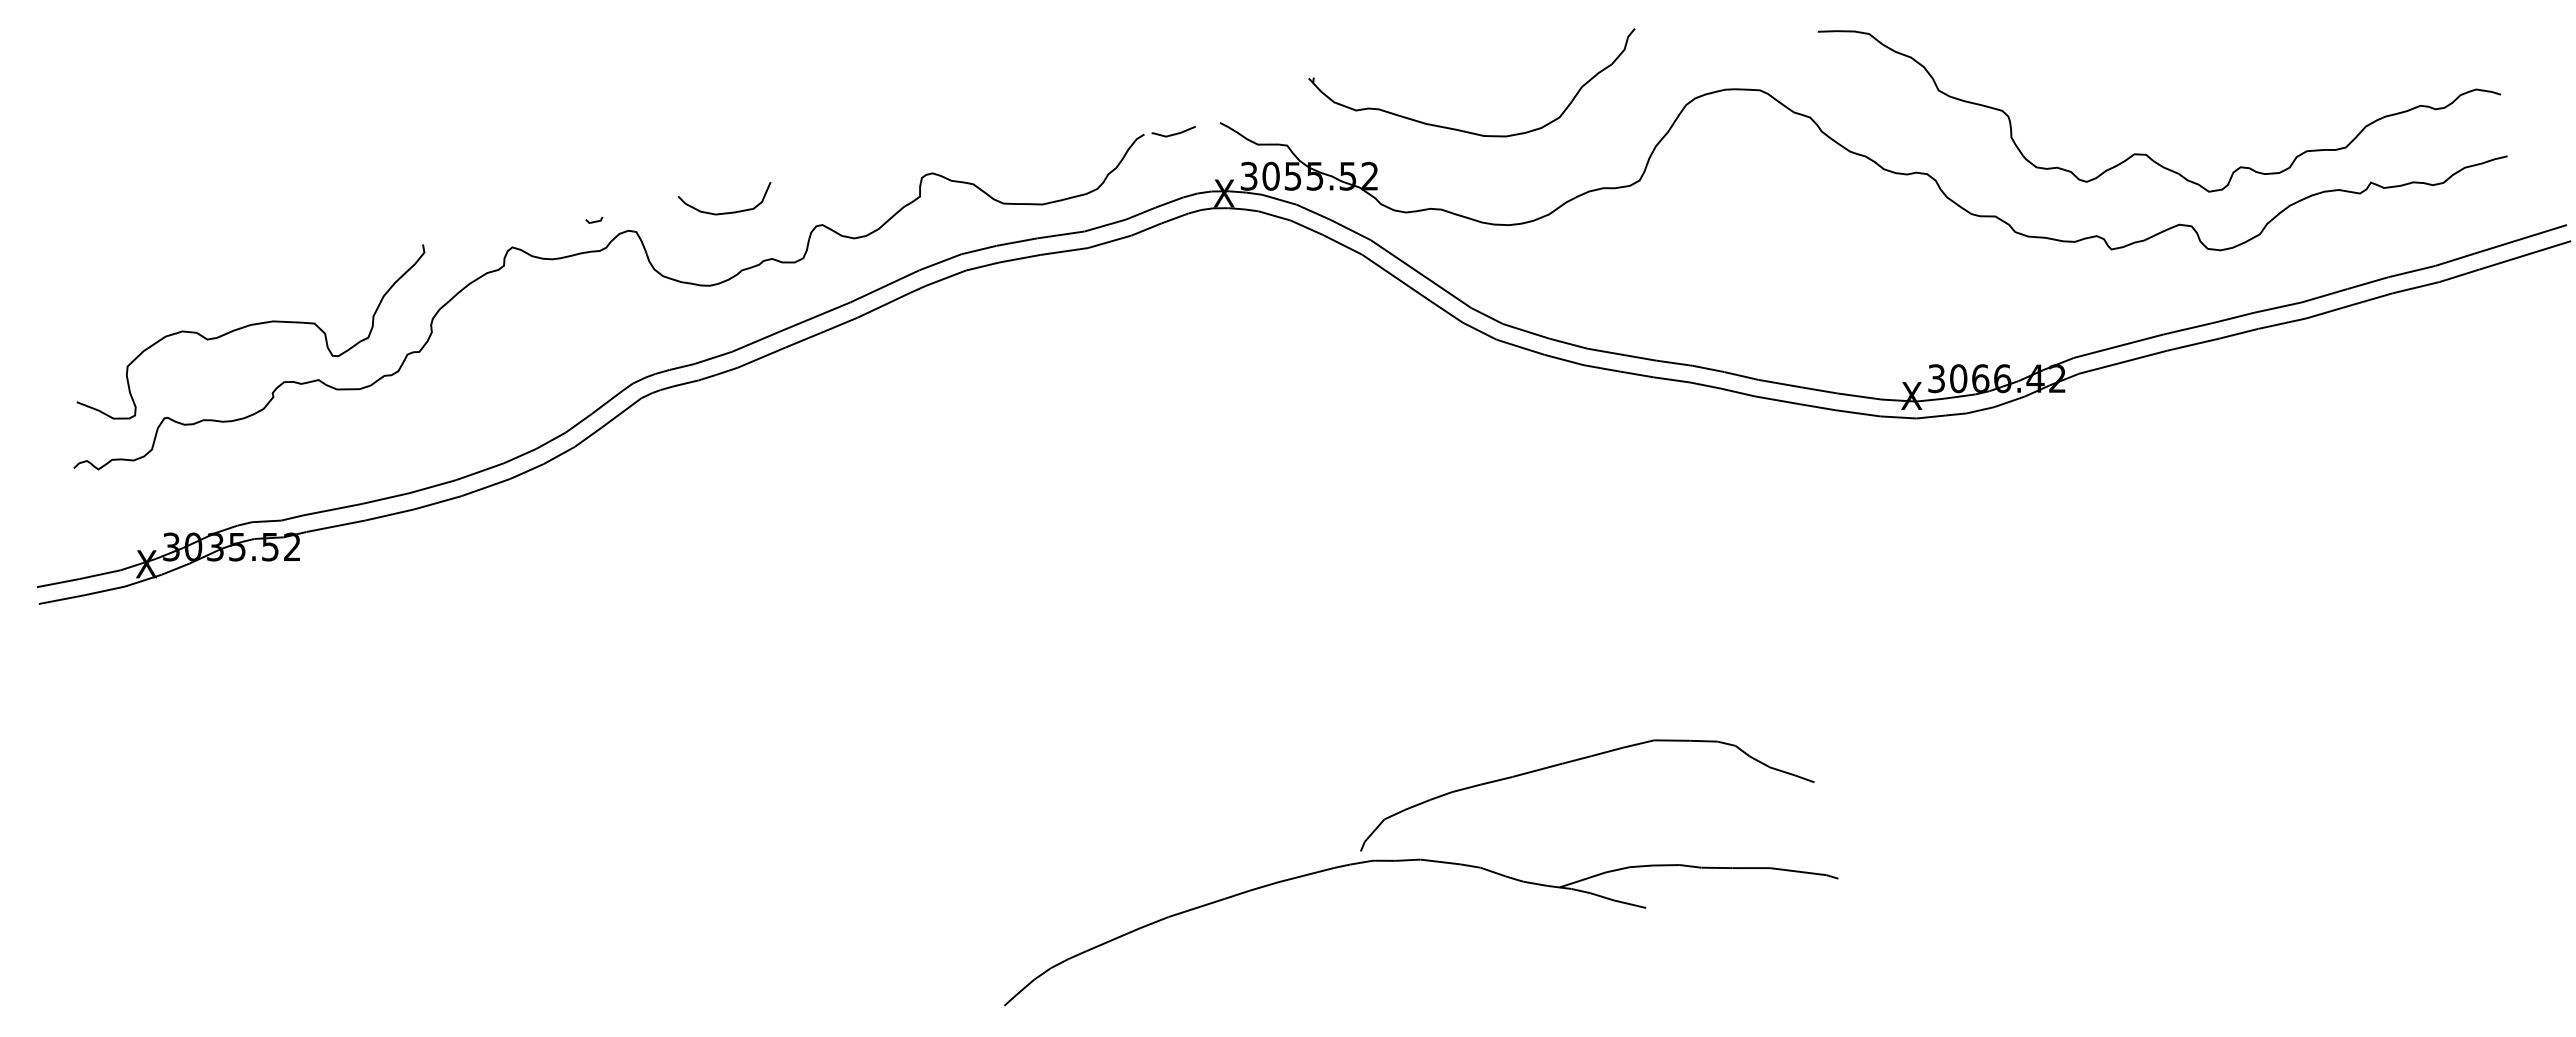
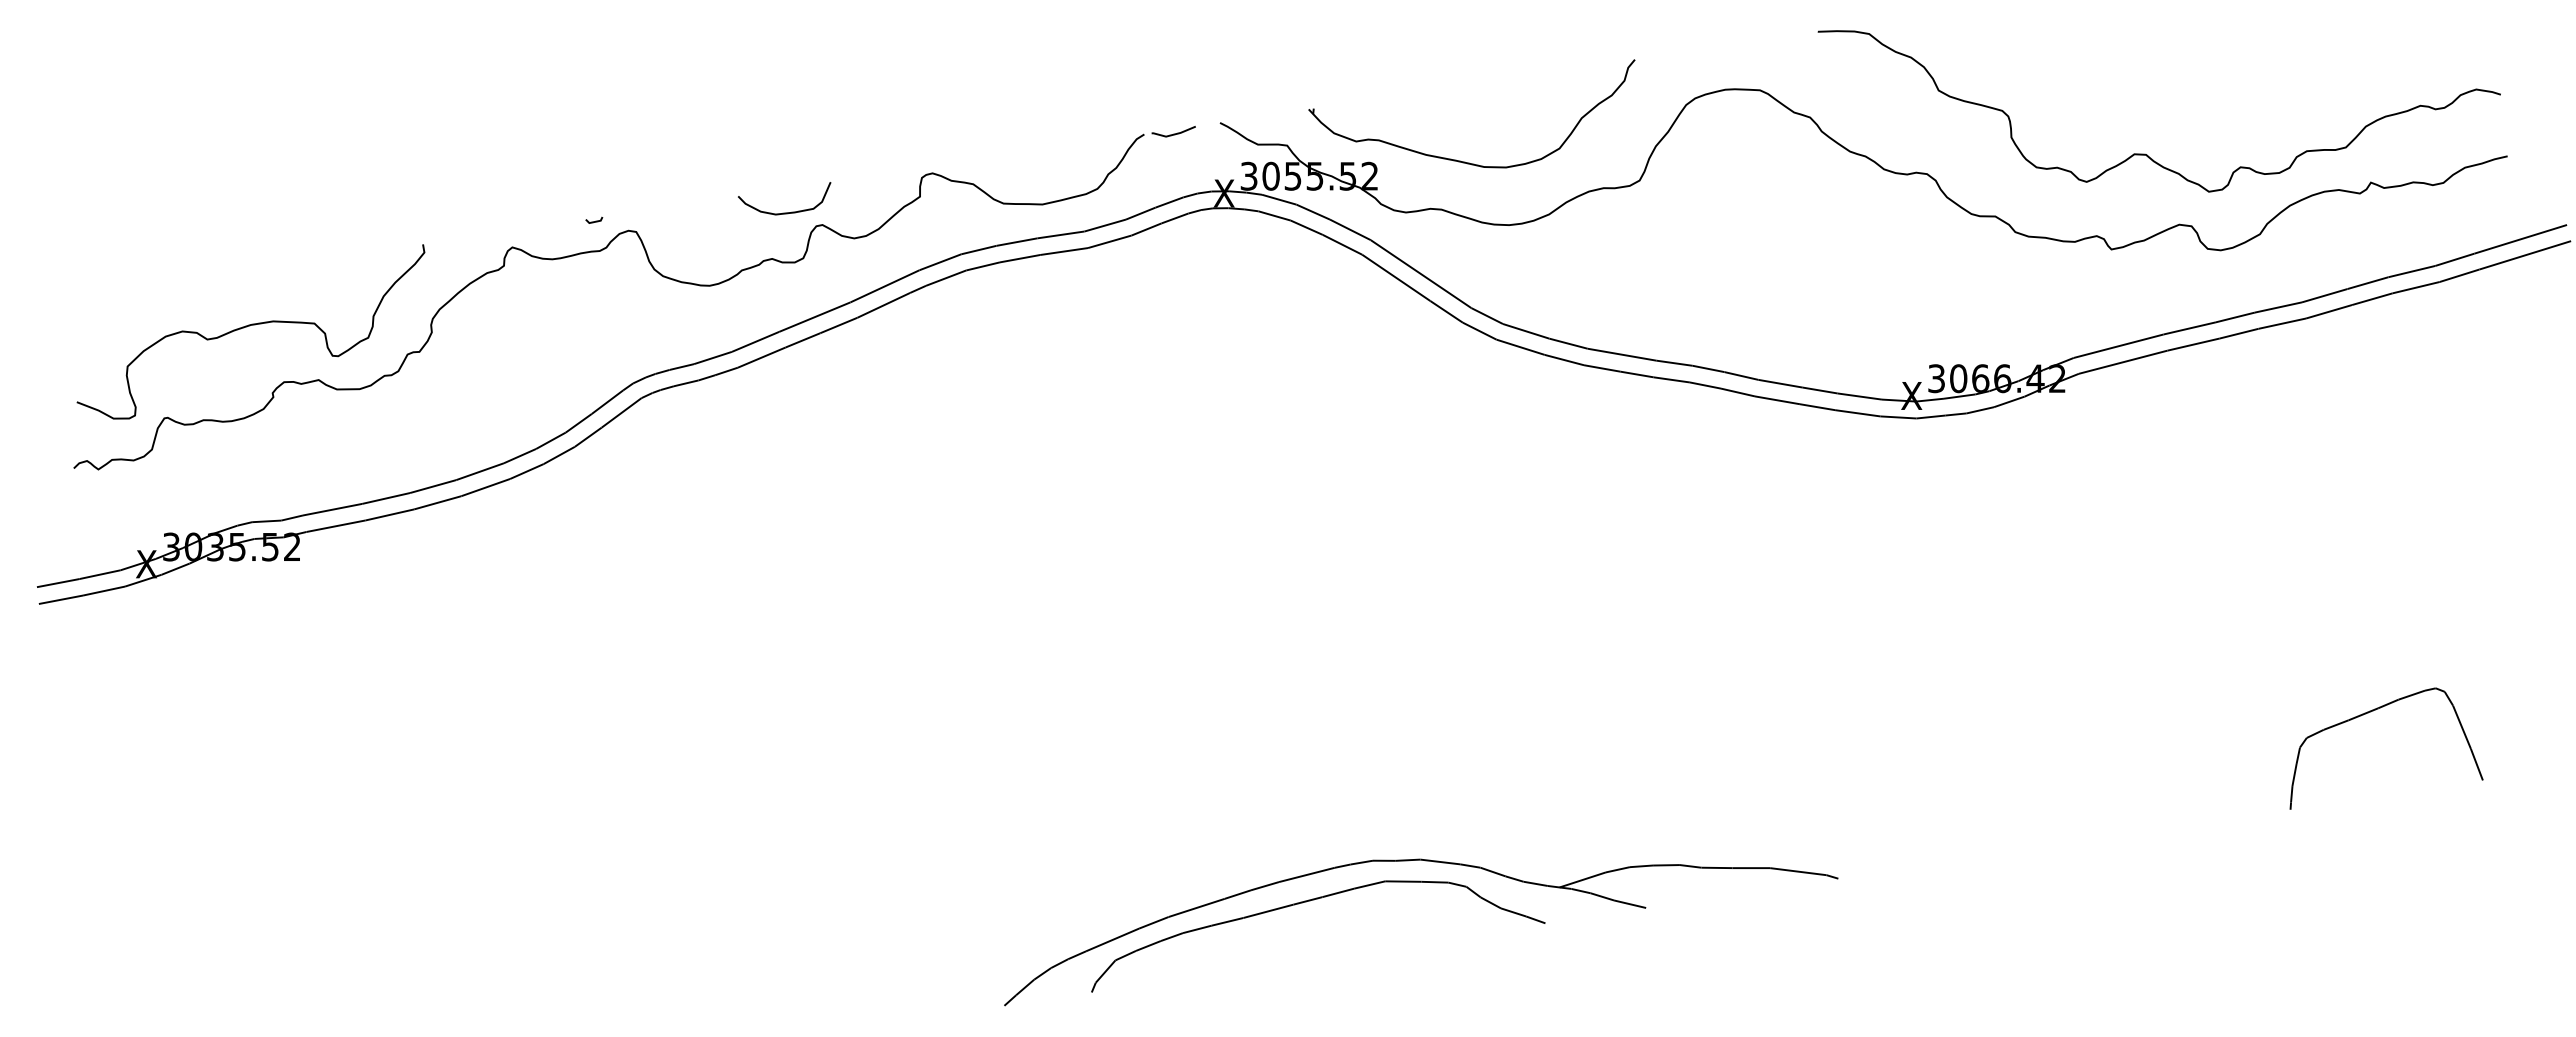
part at (1460, 129) position: (1460, 129) -> (1460, 160)
curve at (724, 212) position: (724, 212) -> (784, 212)
curve at (2373, 711): none -> present
curve at (1579, 760) position: (1579, 760) -> (1310, 901)
